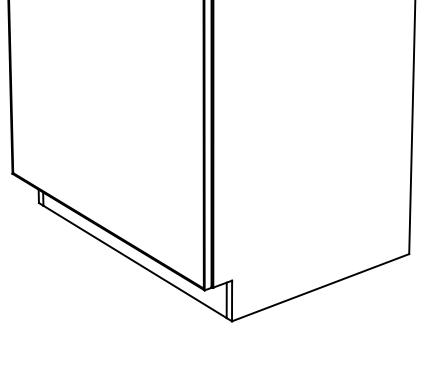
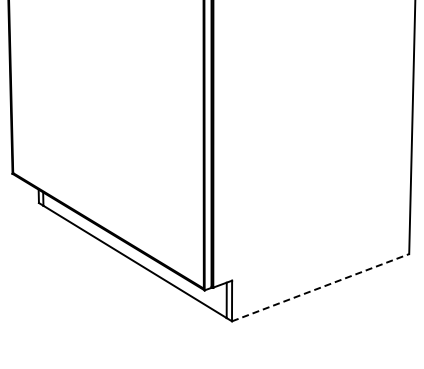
line at (320, 287): solid -> dashed
